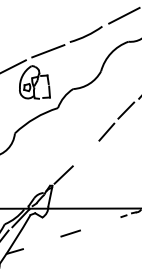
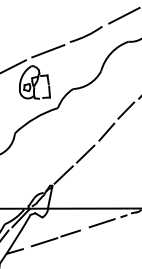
line at (85, 153): none -> present
line at (101, 223): none -> present
line at (44, 242): none -> present
